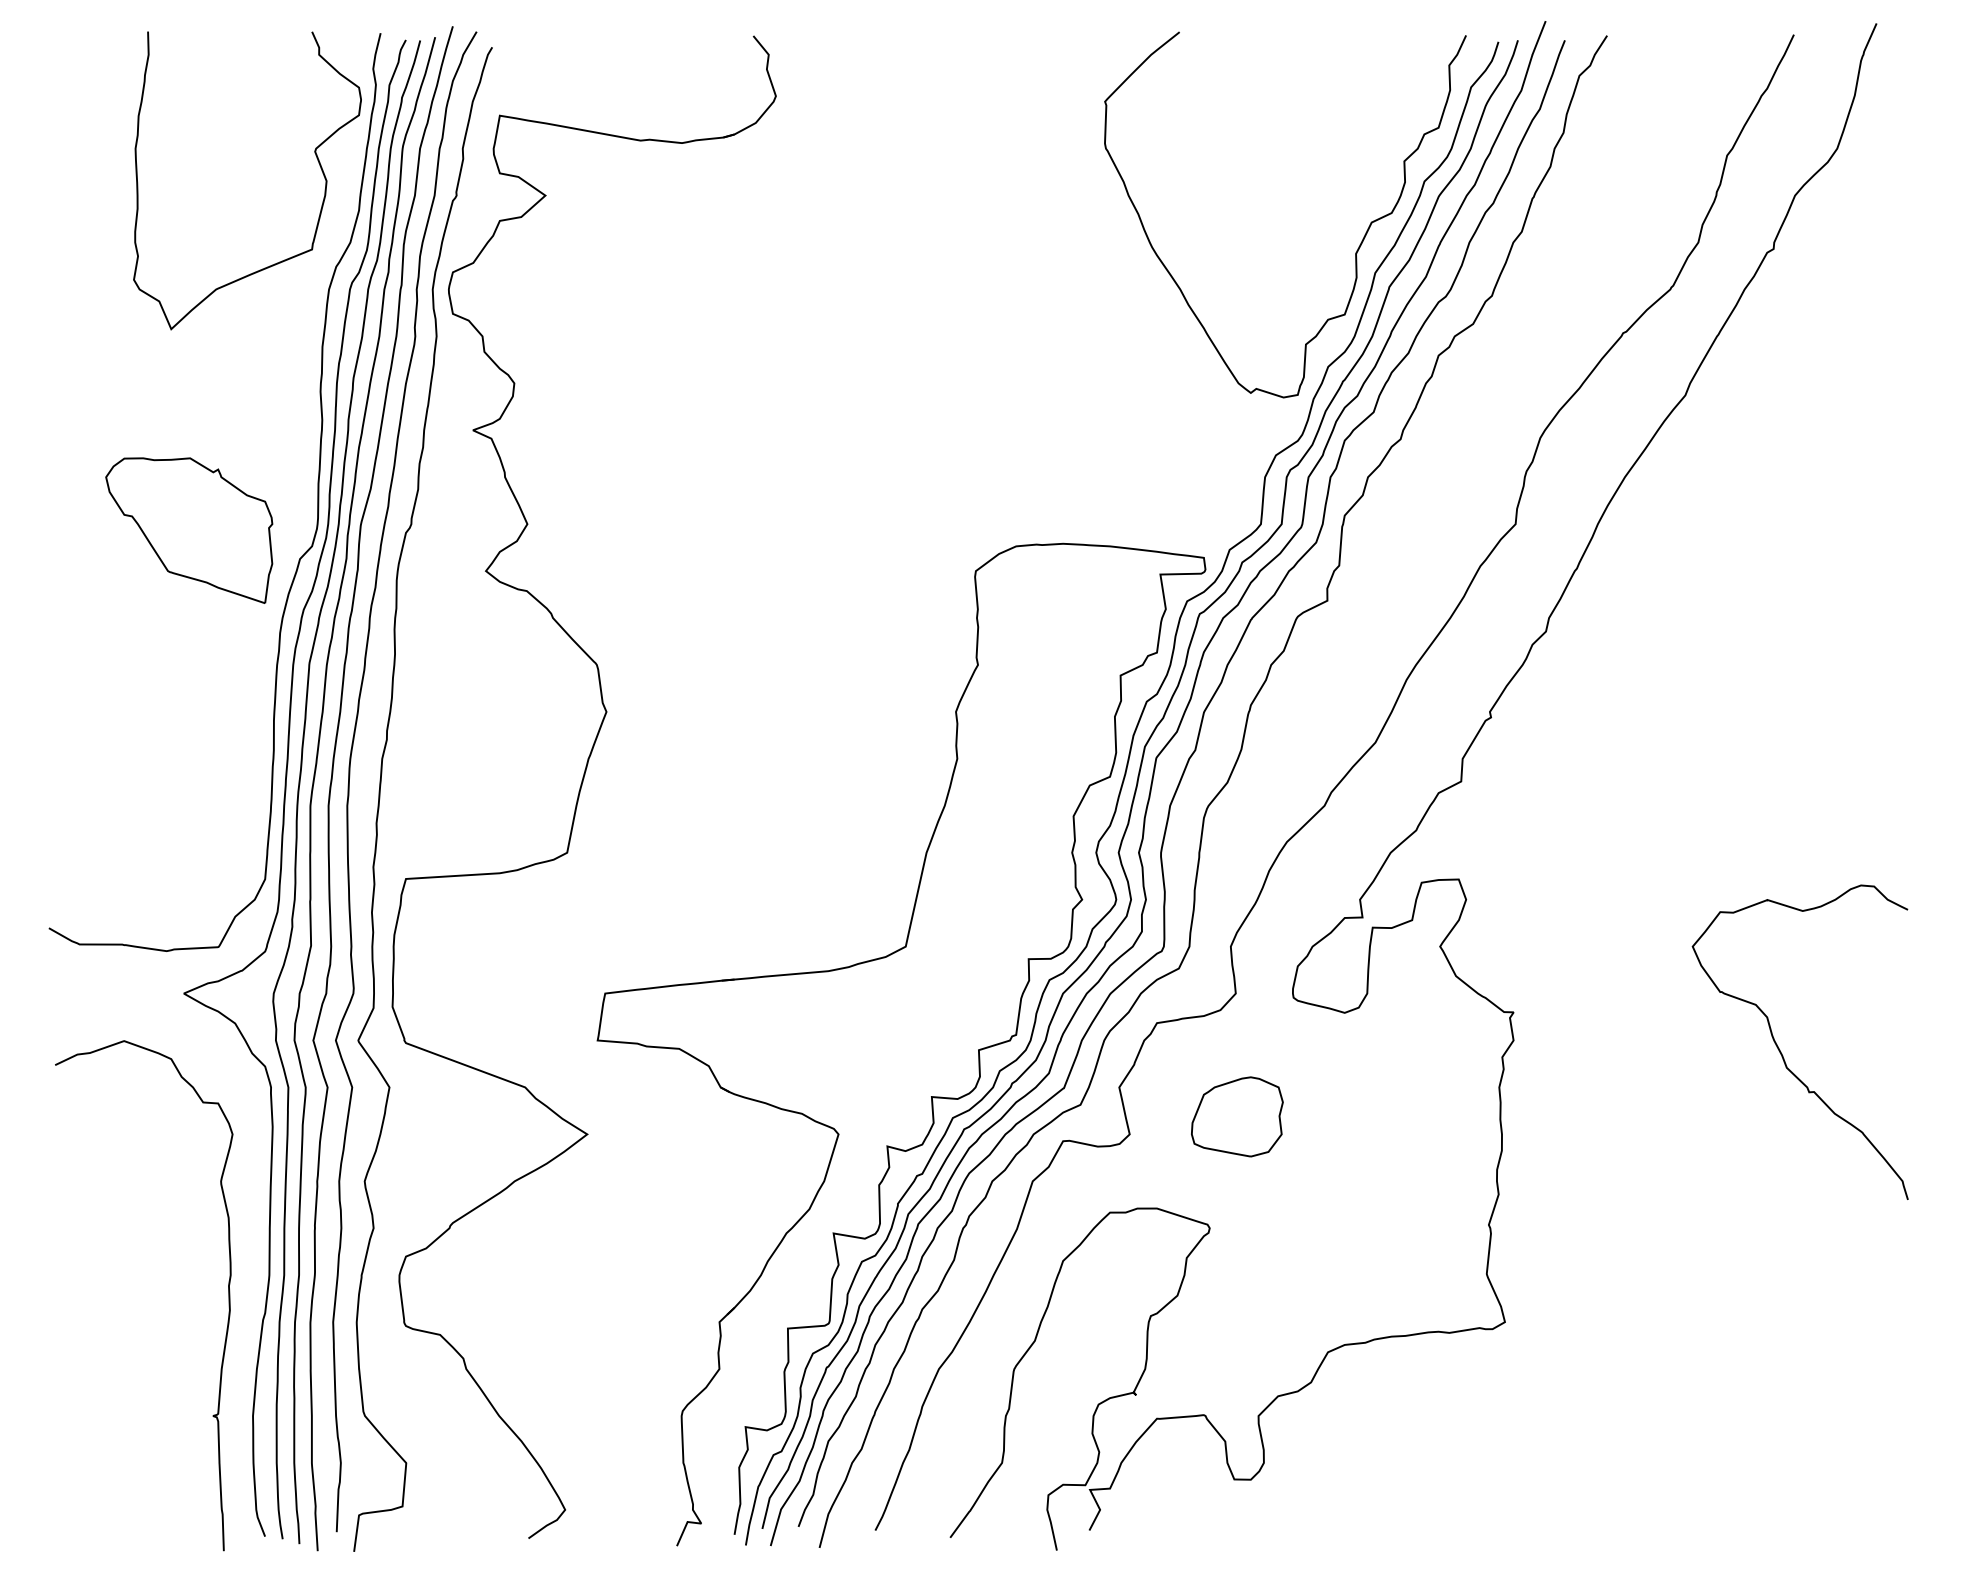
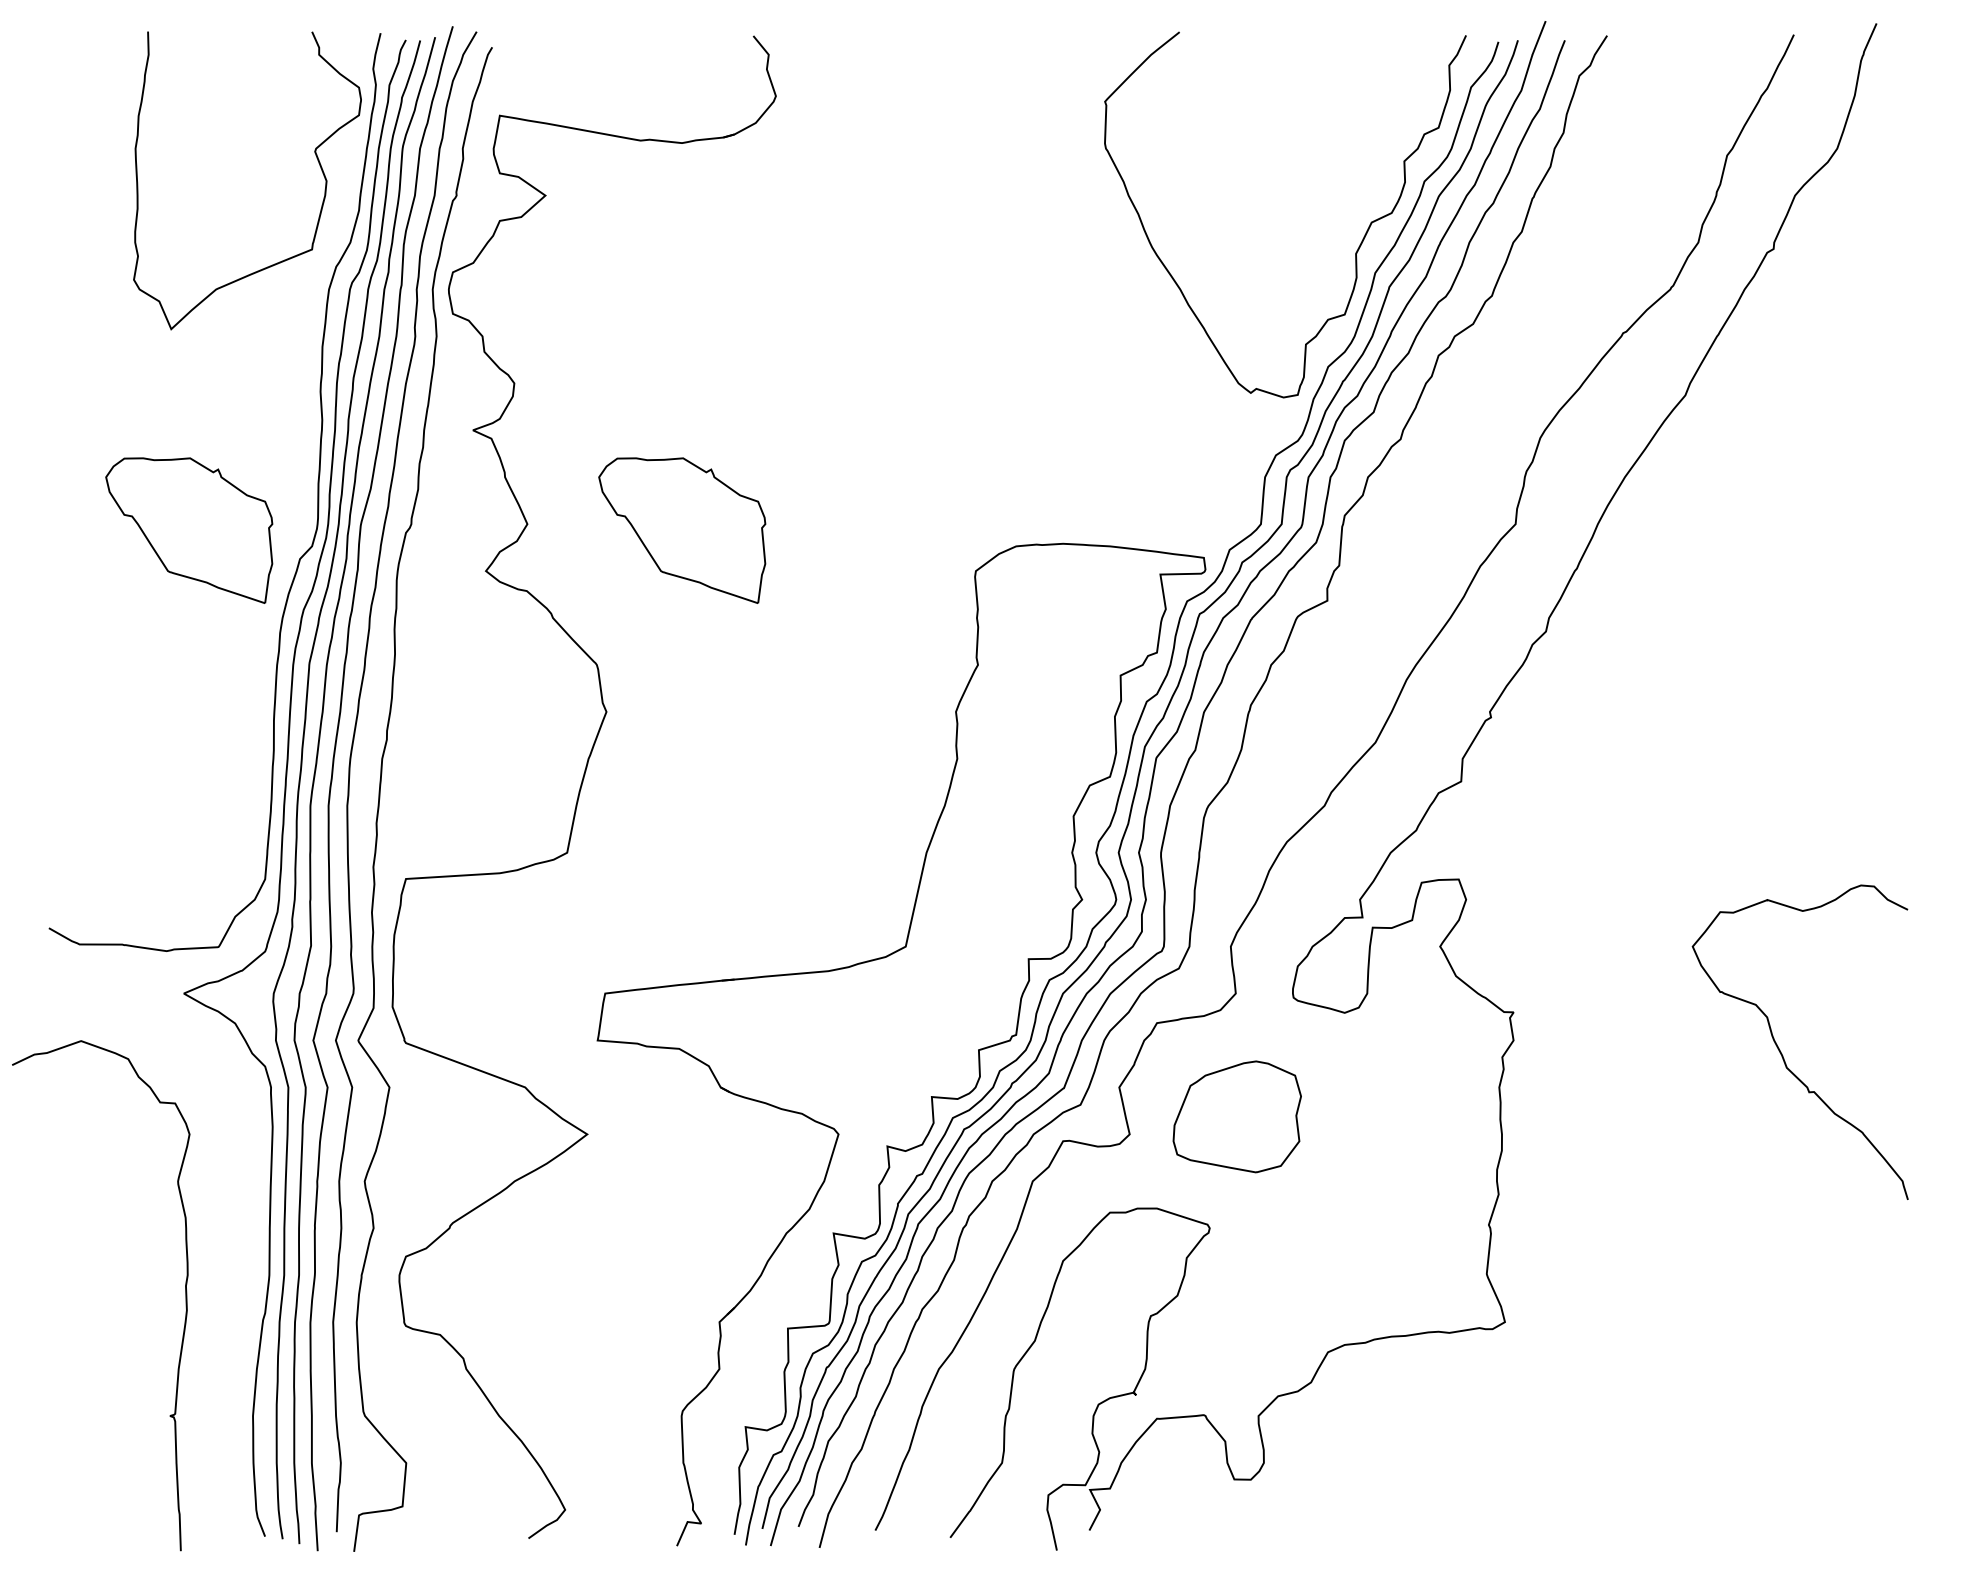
part at (682, 530): none -> present
part at (1237, 1116) size: 93x82 px -> 130x114 px
curve at (228, 1295) position: (228, 1295) -> (185, 1295)
